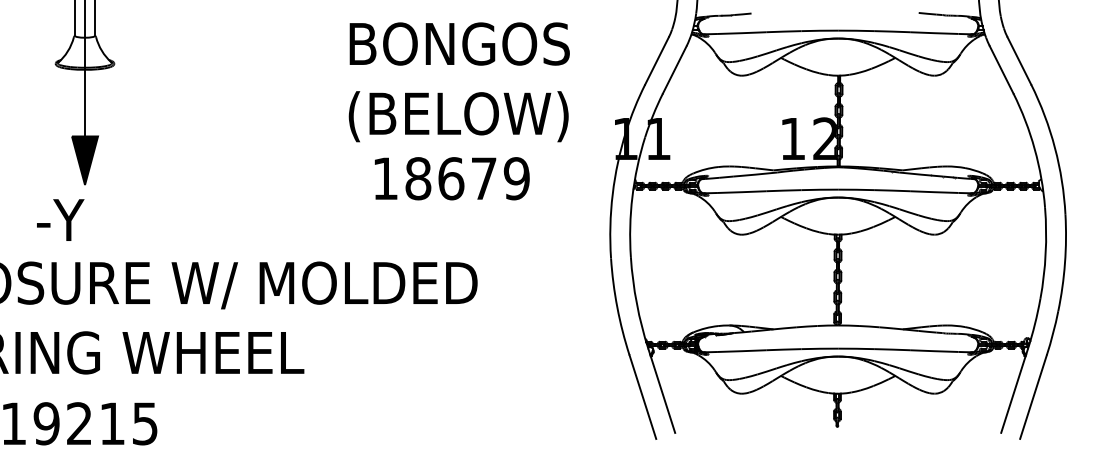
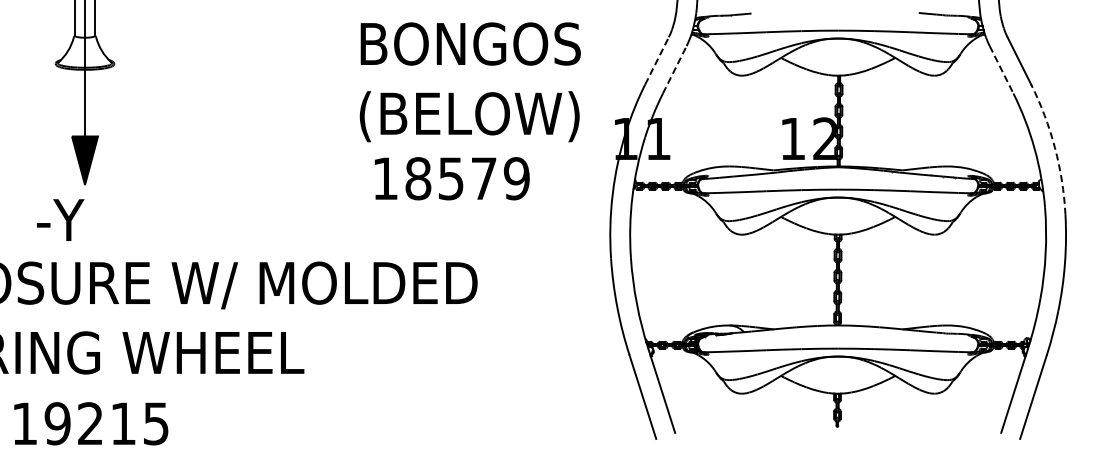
line at (657, 60): solid -> dashed
line at (675, 69): solid -> dashed
line at (1001, 70): solid -> dashed
text at (458, 82) position: (458, 82) -> (469, 82)
arc at (1055, 147): solid -> dashed
text at (451, 178): 18679 -> 18579
text at (80, 423) position: (80, 423) -> (91, 423)
